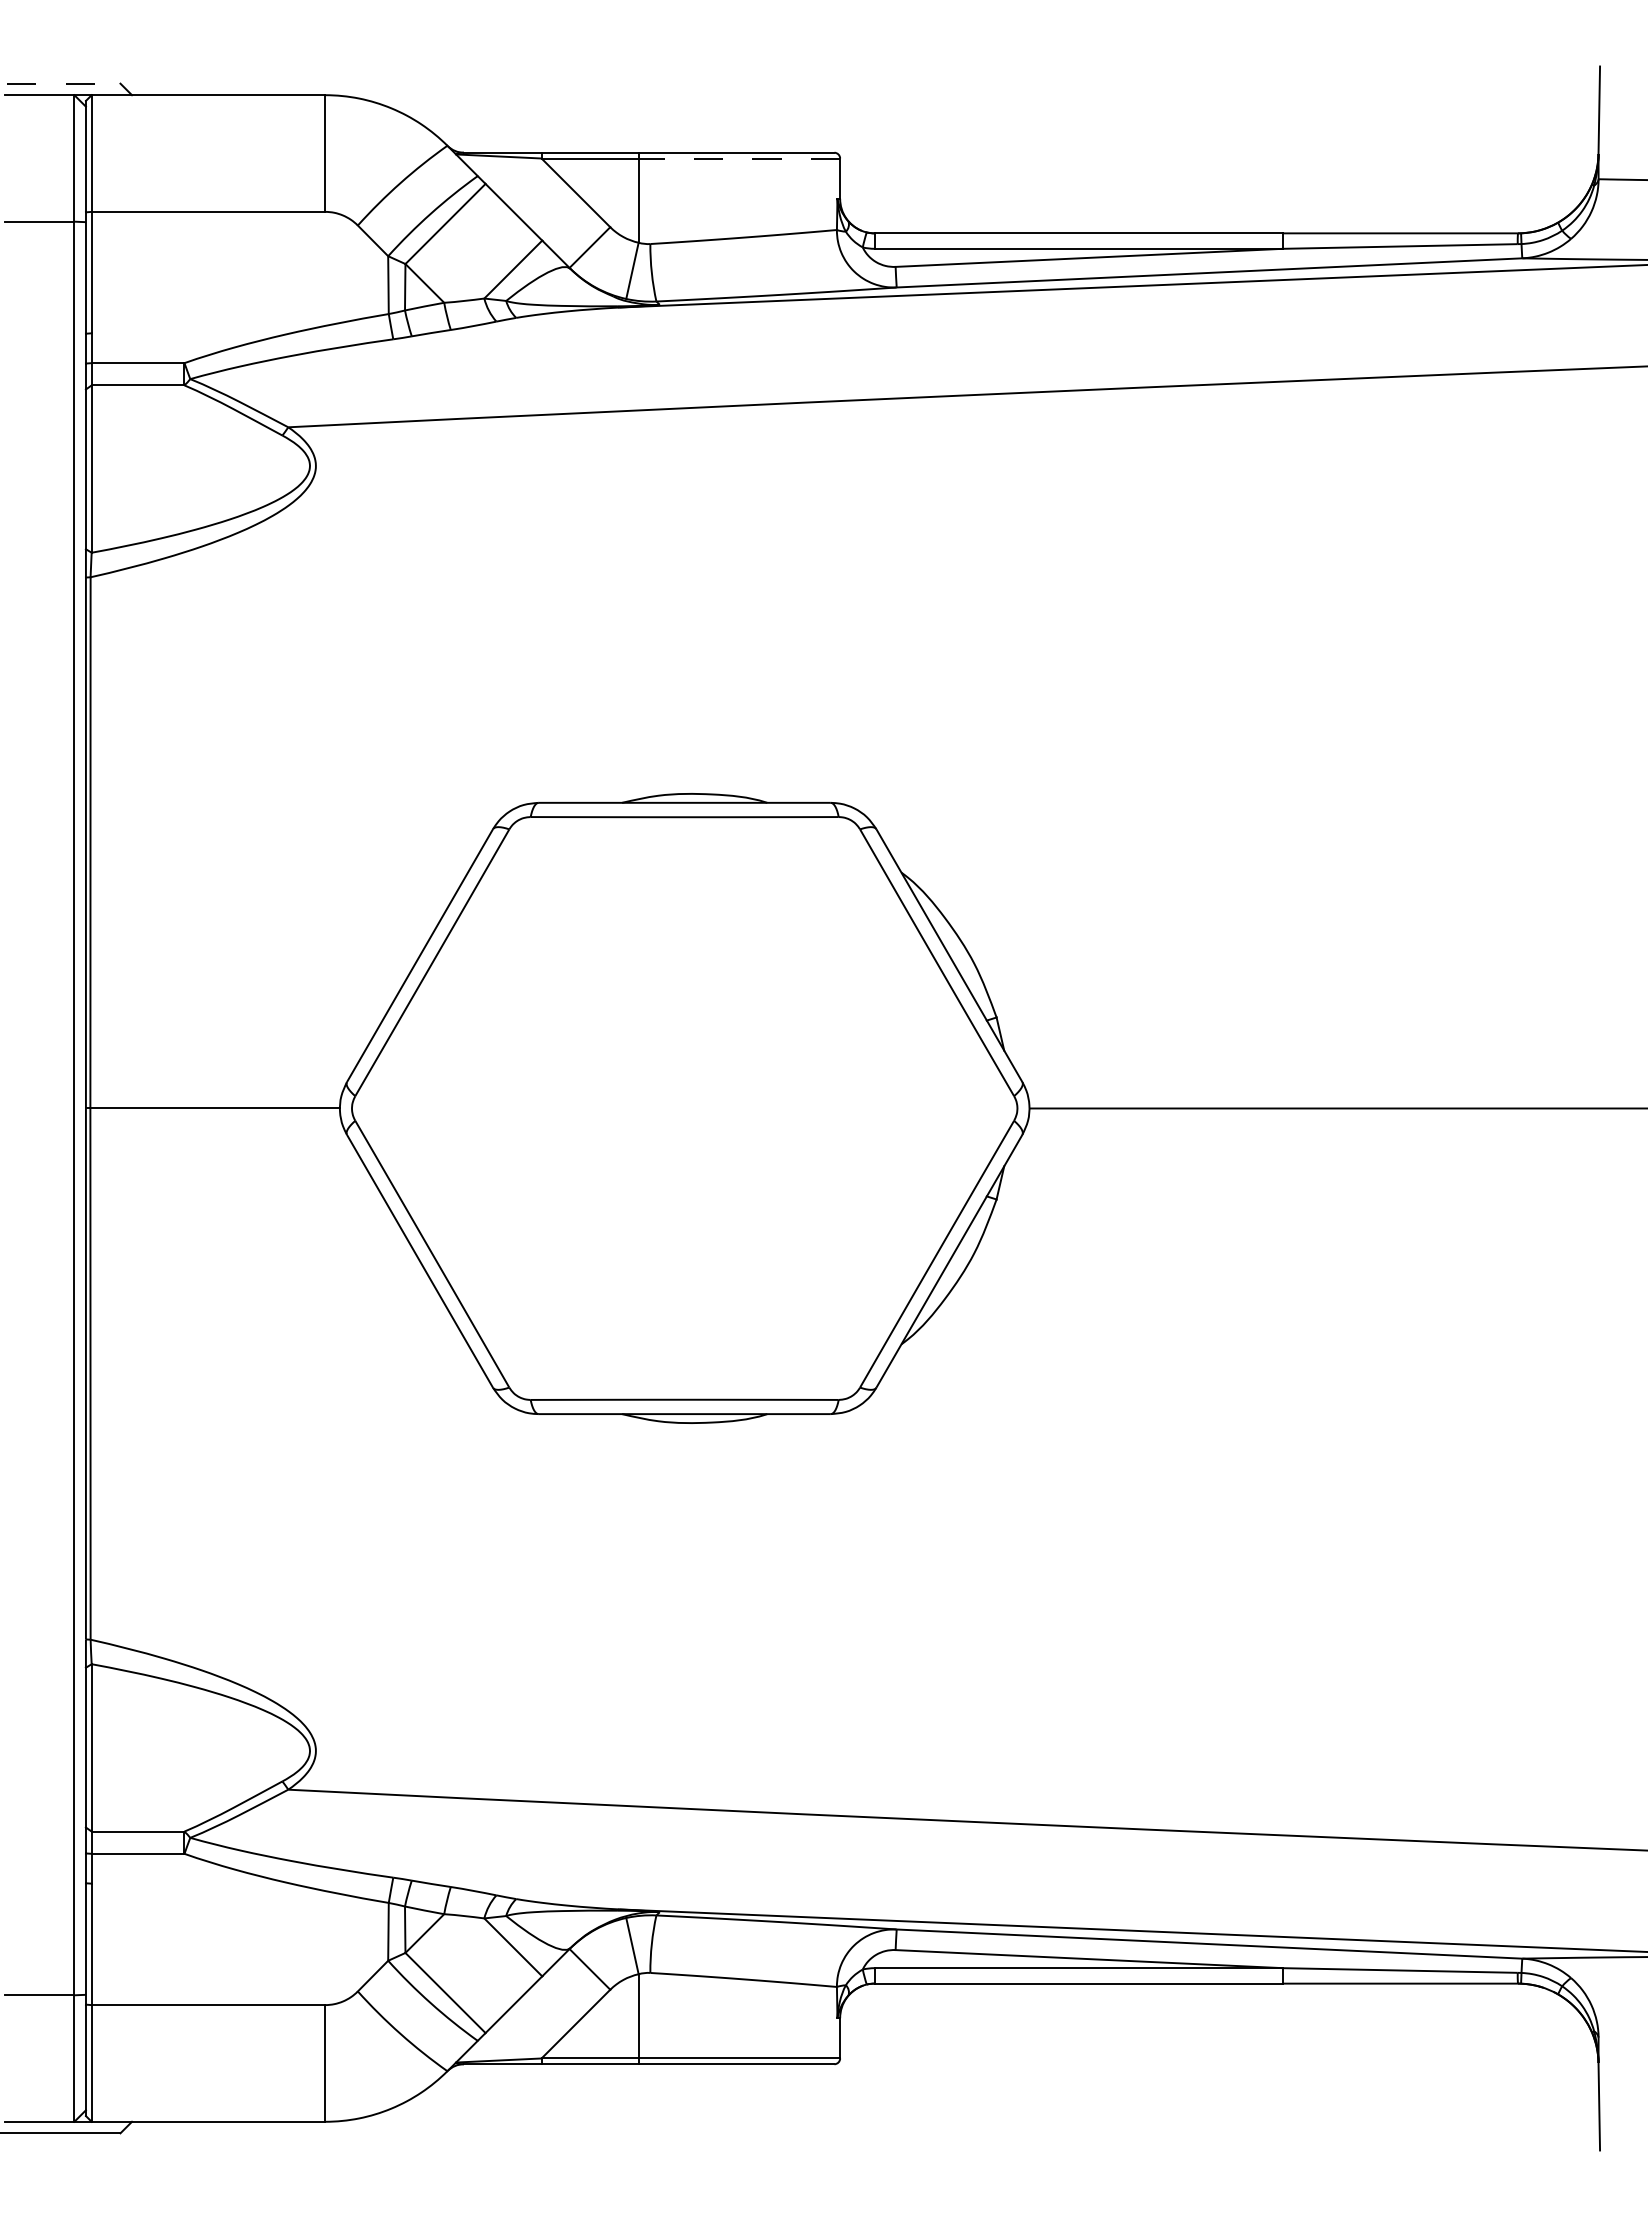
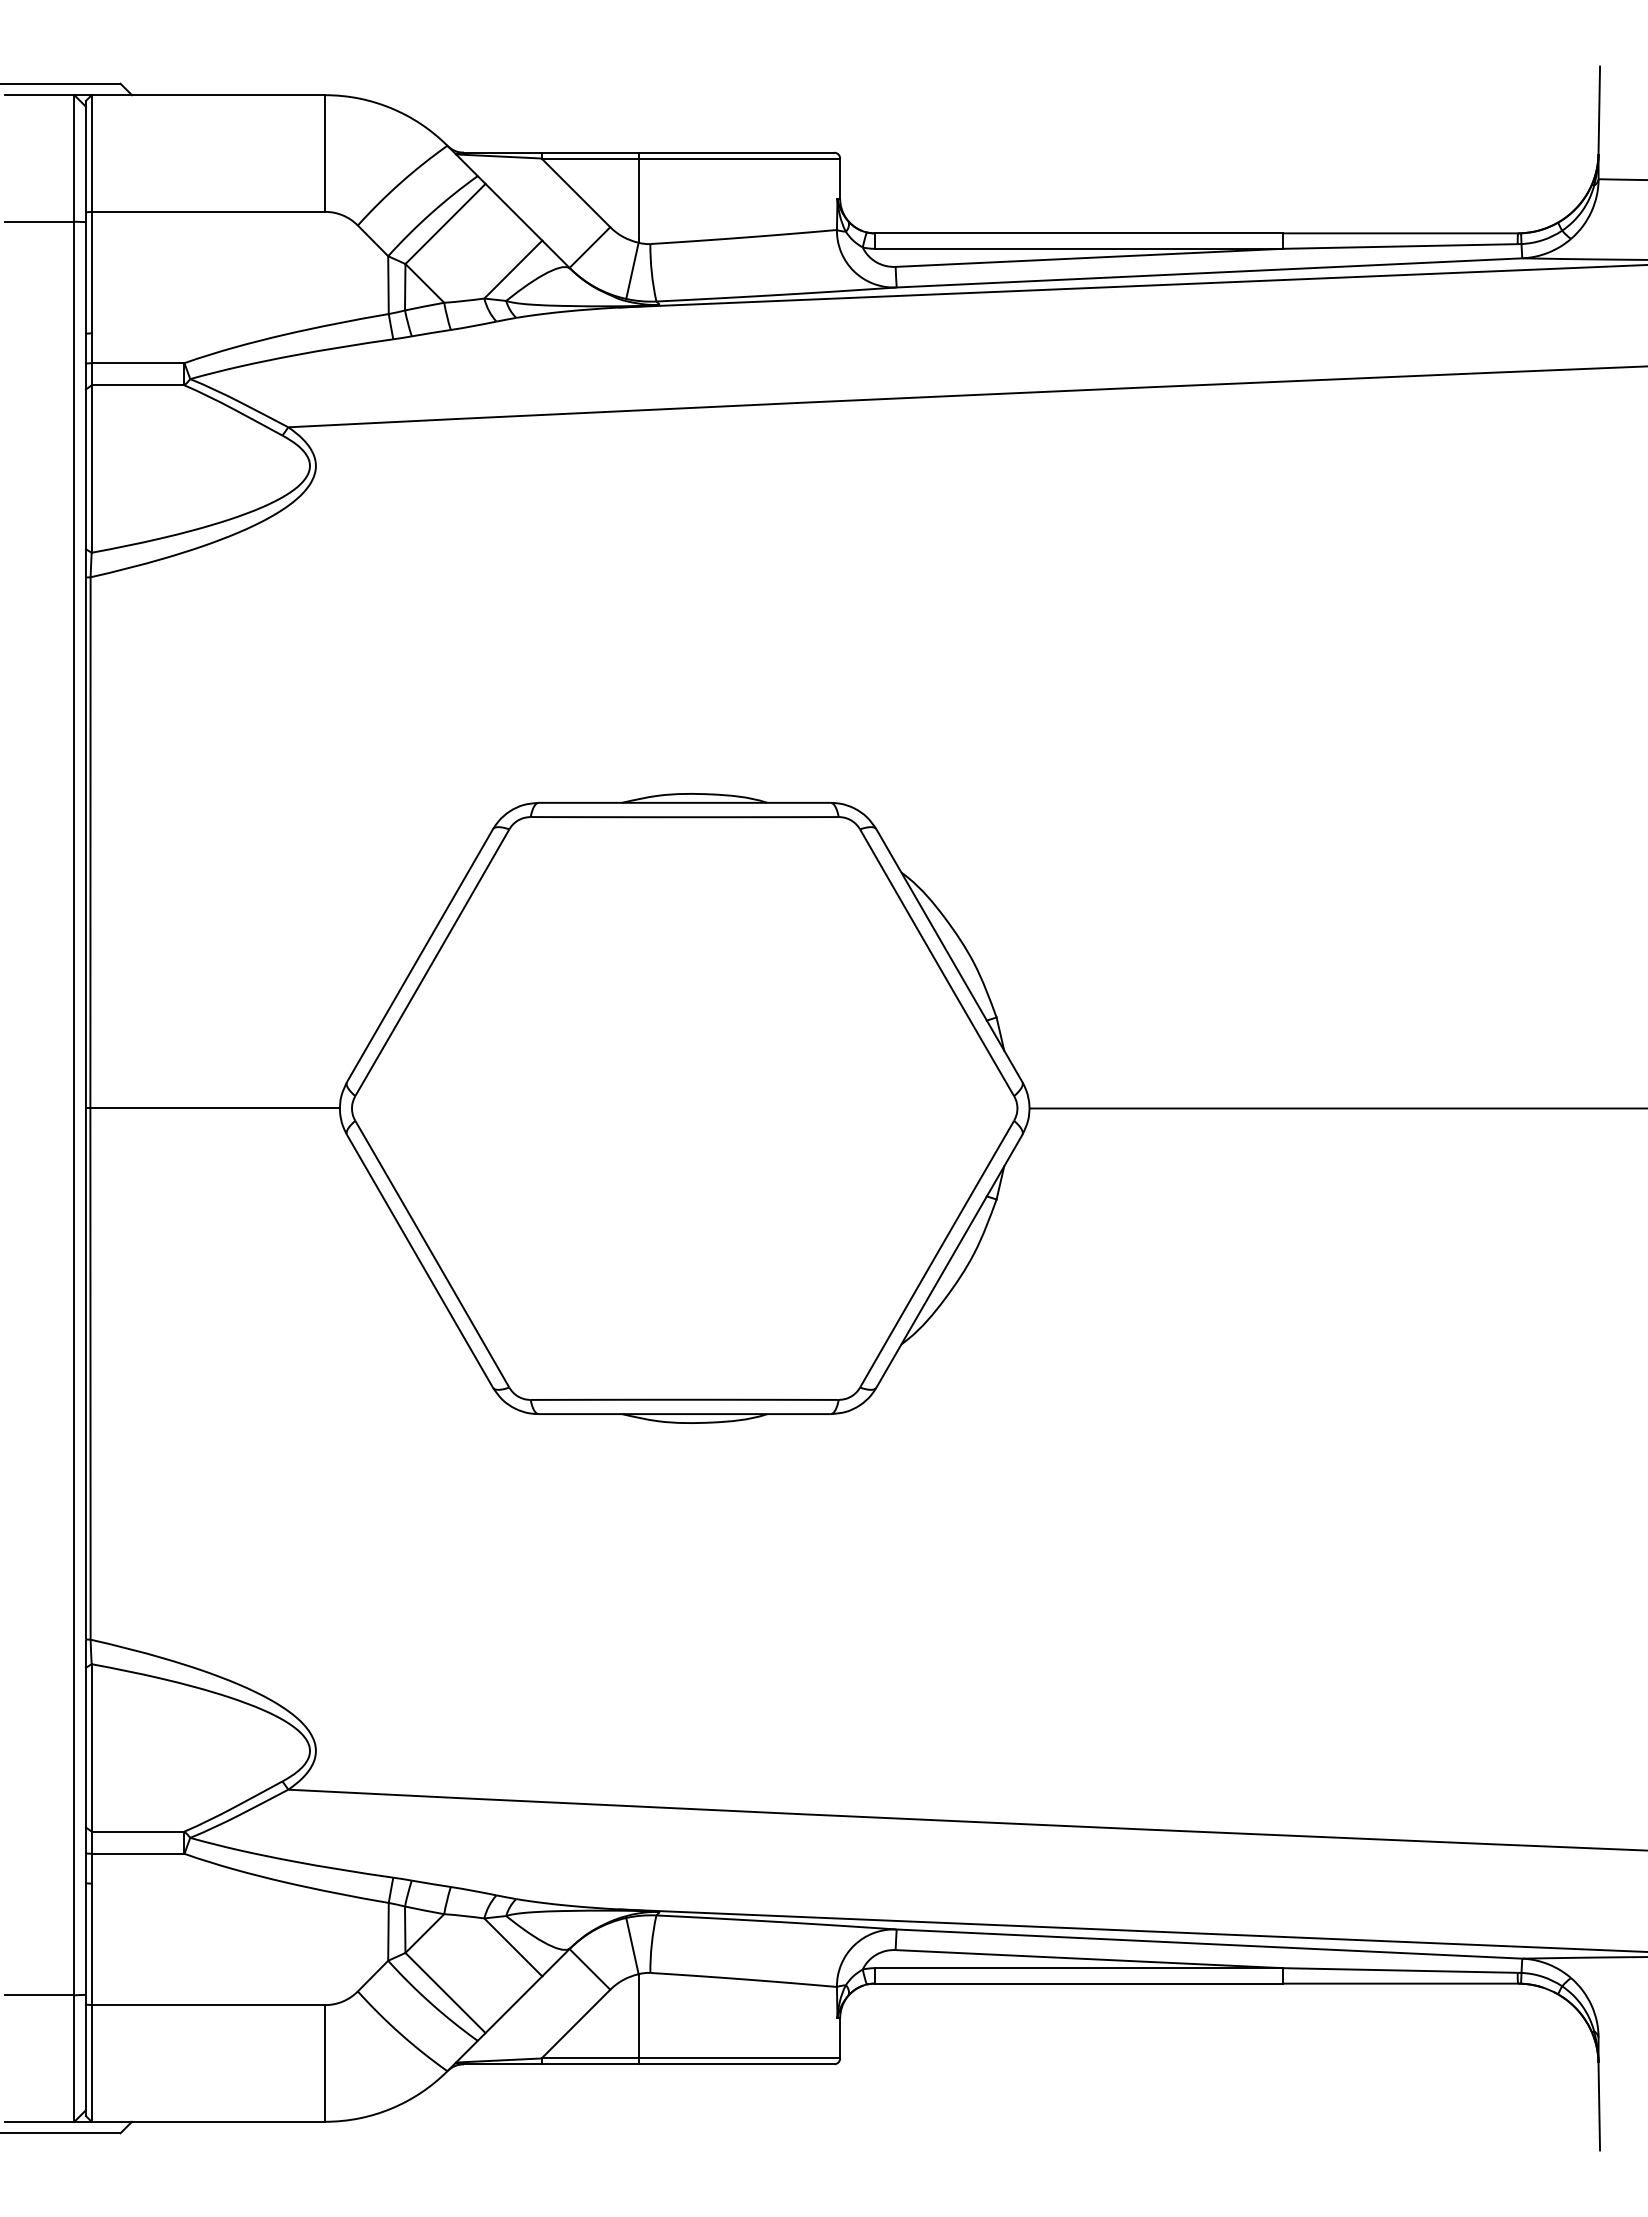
line at (60, 83): dashed -> solid
line at (739, 158): dashed -> solid
